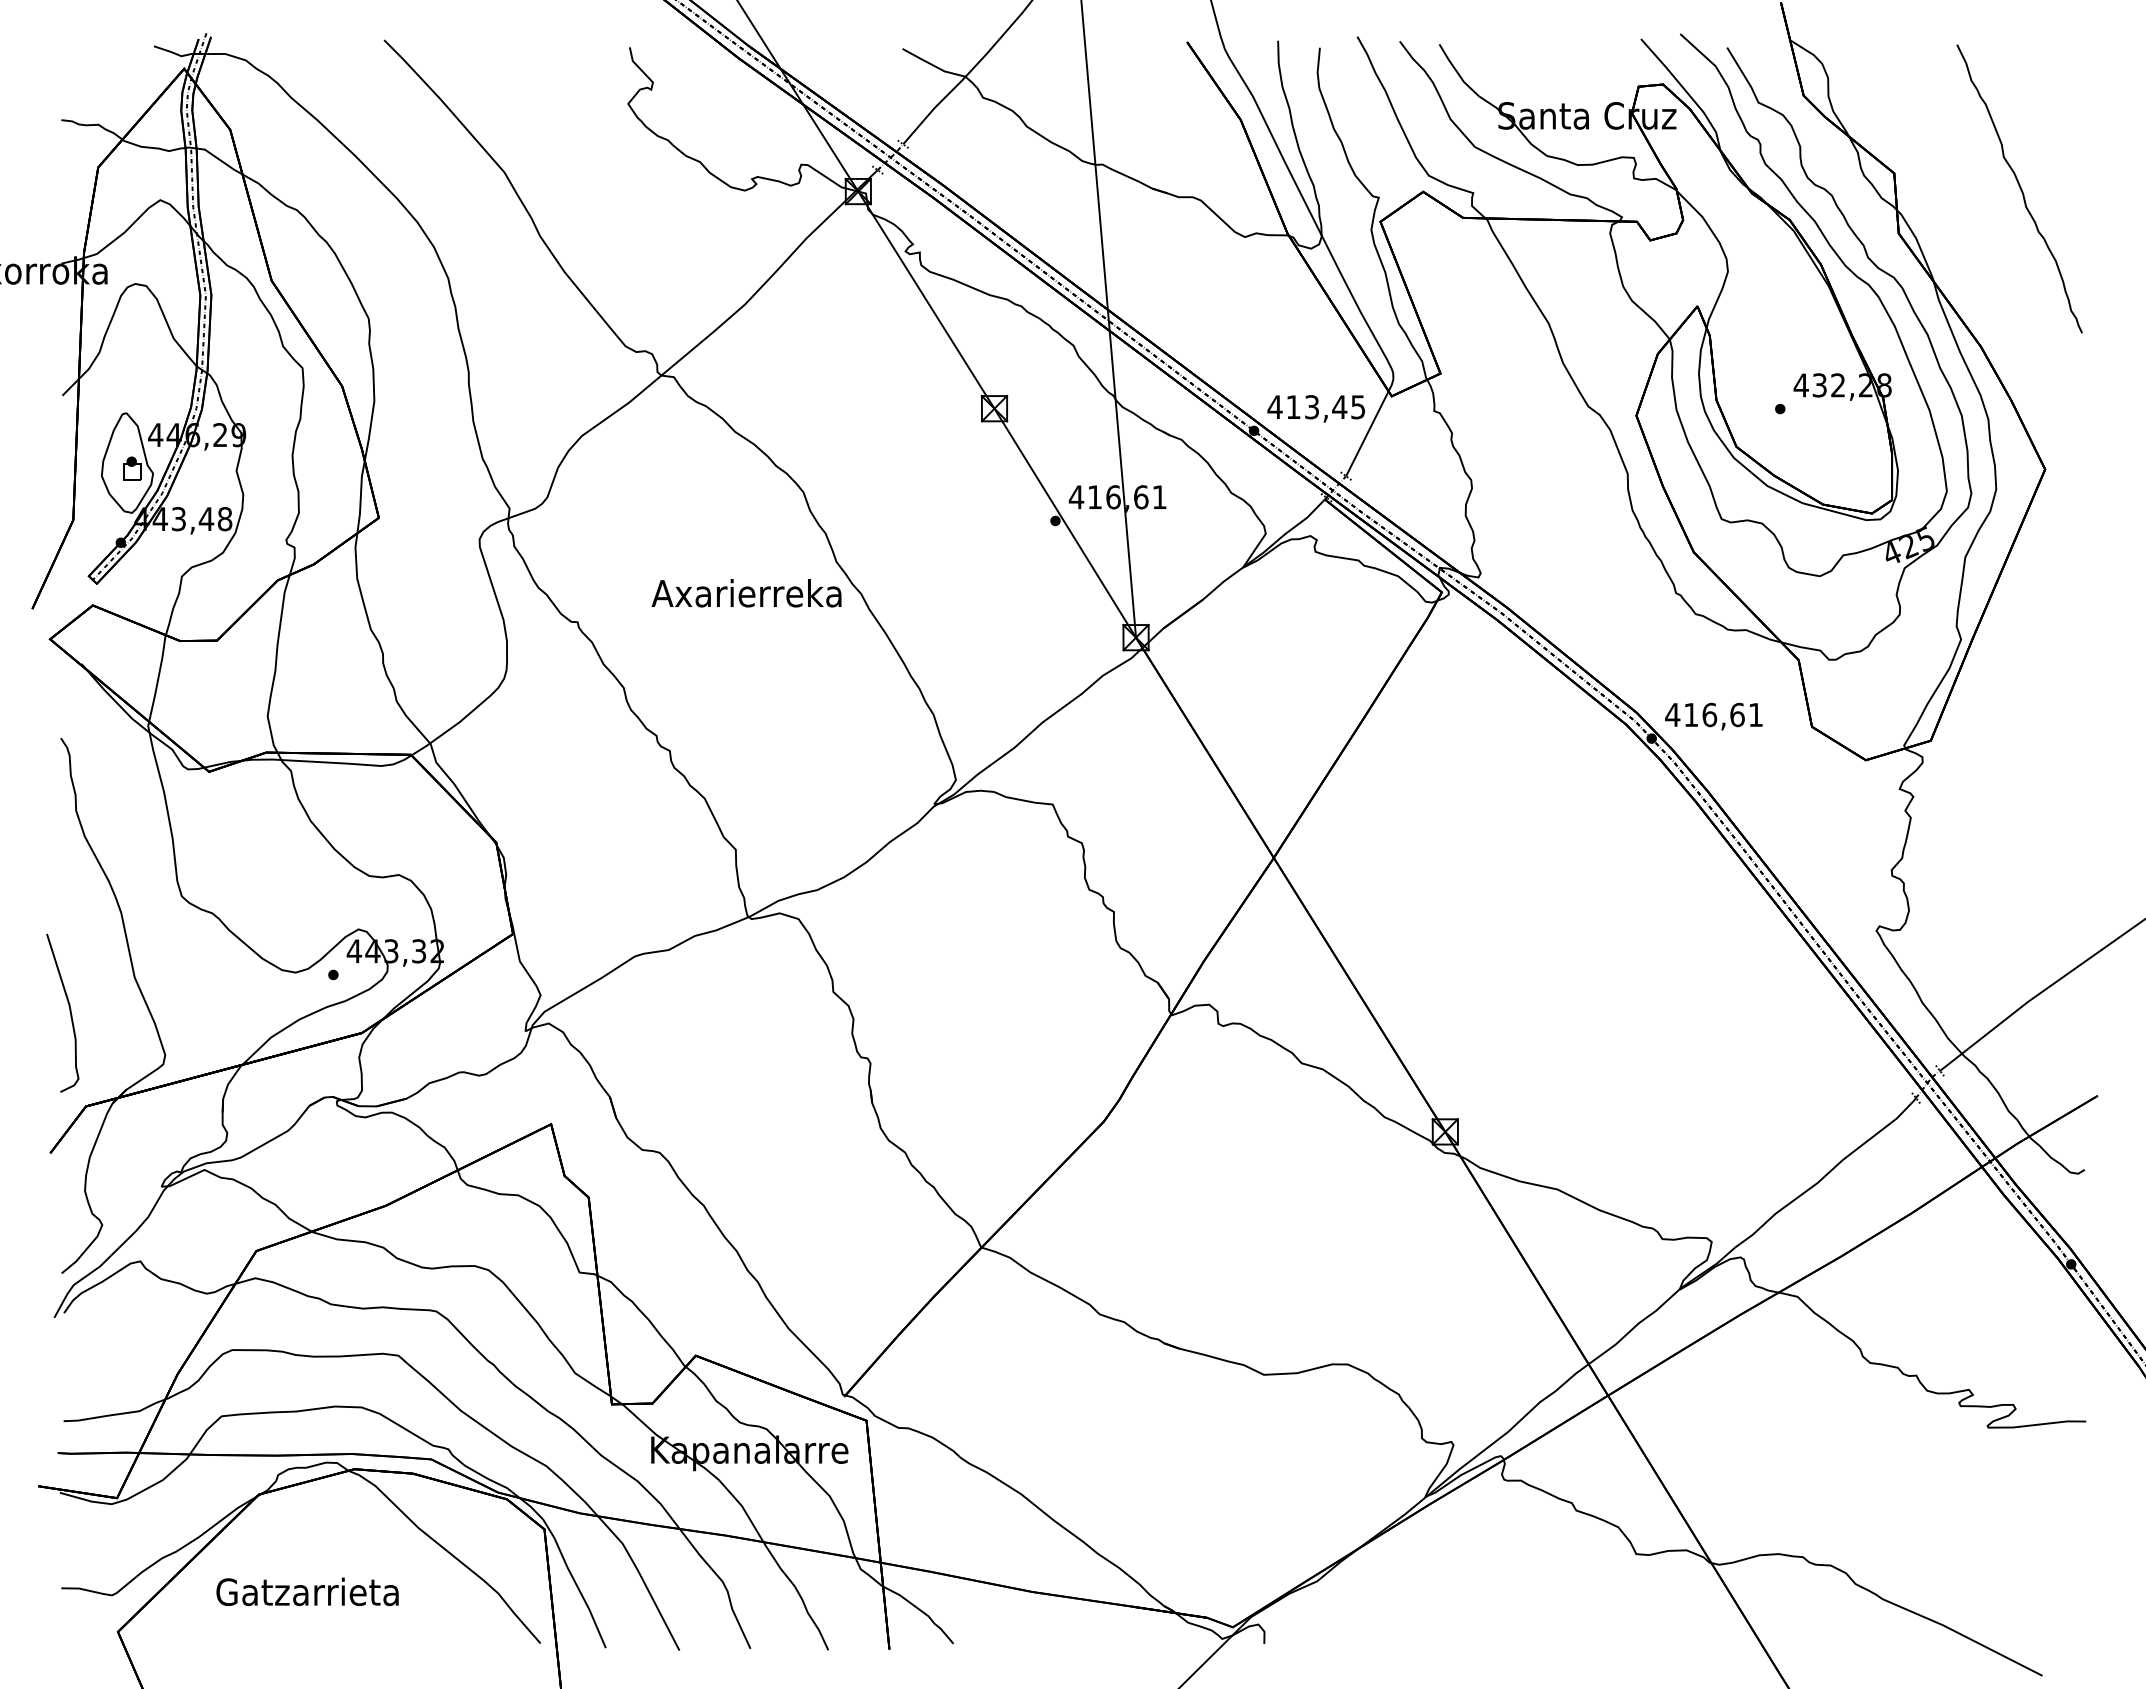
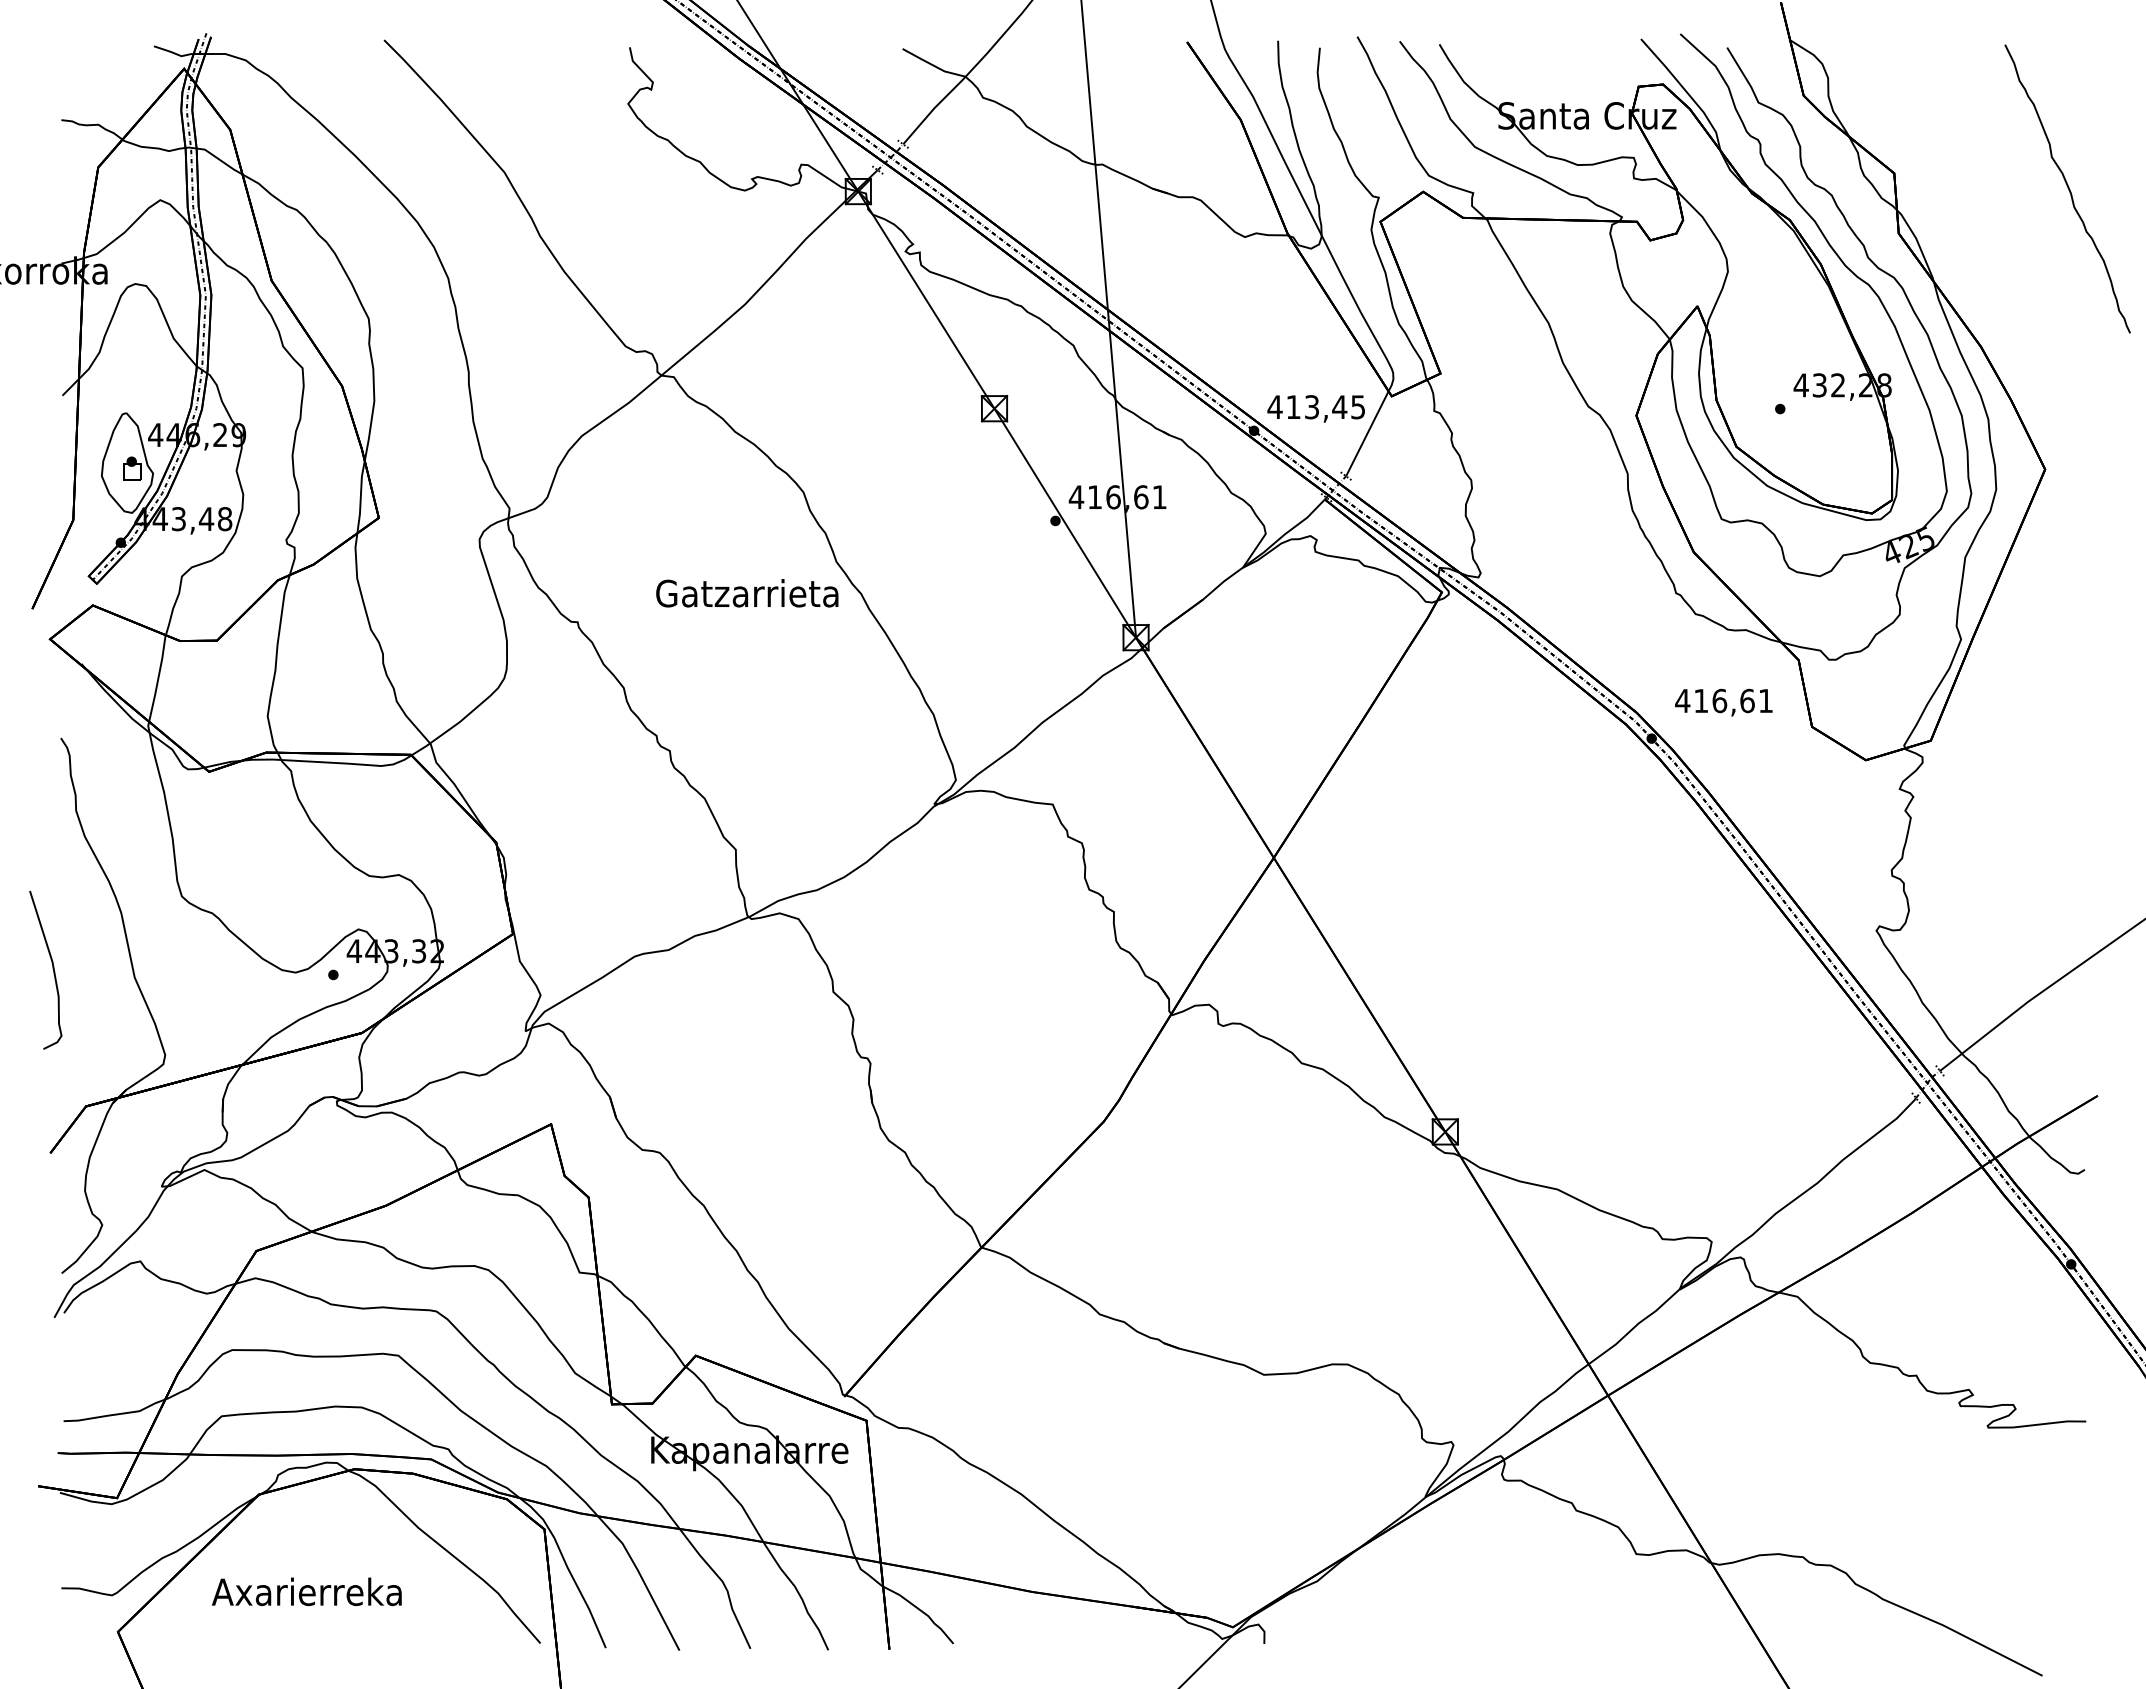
curve at (2019, 188) position: (2019, 188) -> (2067, 188)
text at (746, 593): Axarierreka -> Gatzarrieta
text at (1713, 716) position: (1713, 716) -> (1723, 702)
curve at (69, 1012) position: (69, 1012) -> (52, 969)
text at (306, 1591): Gatzarrieta -> Axarierreka
